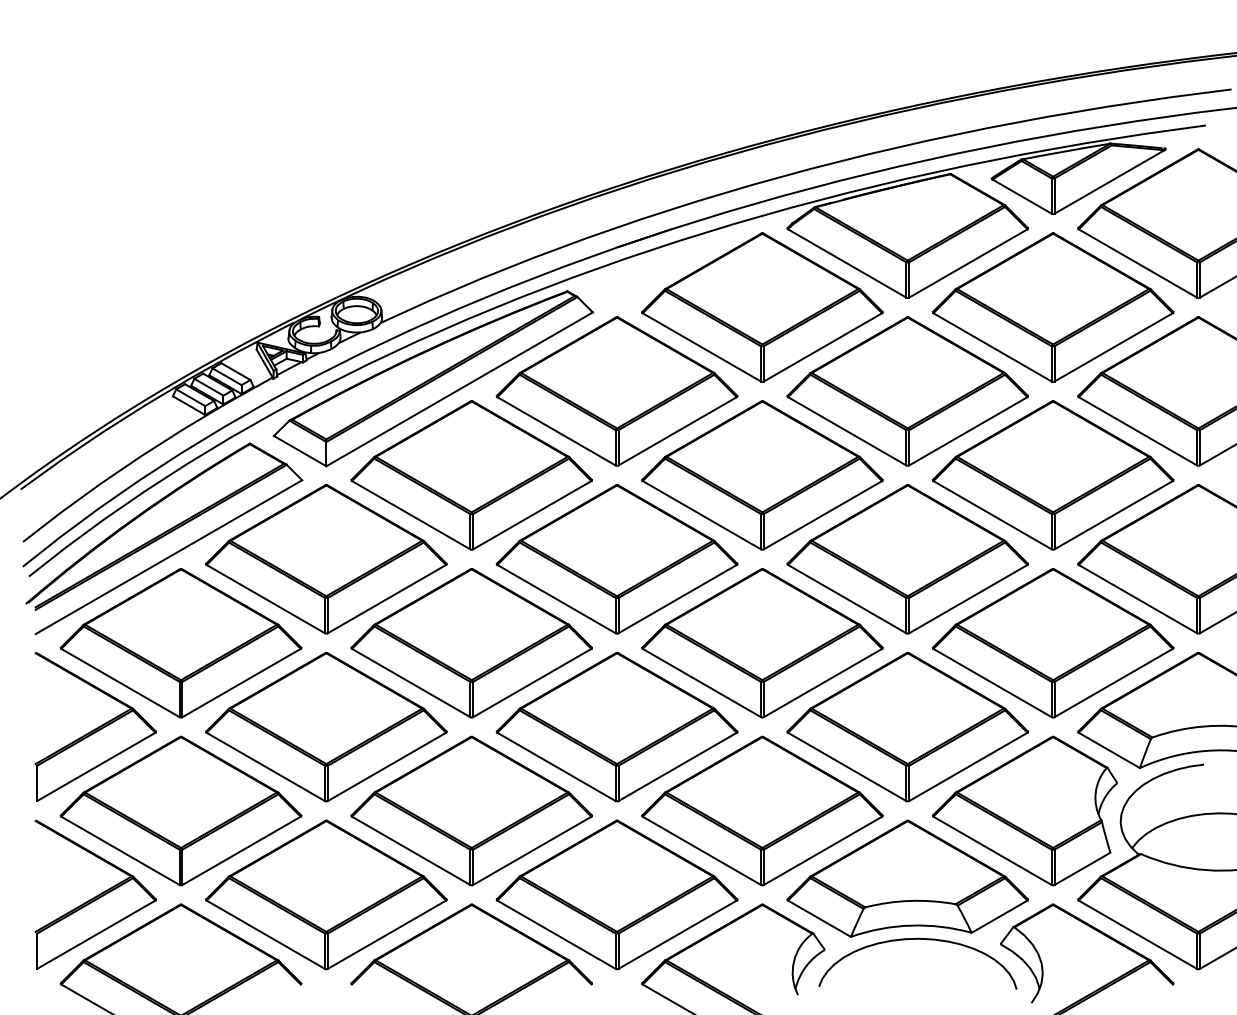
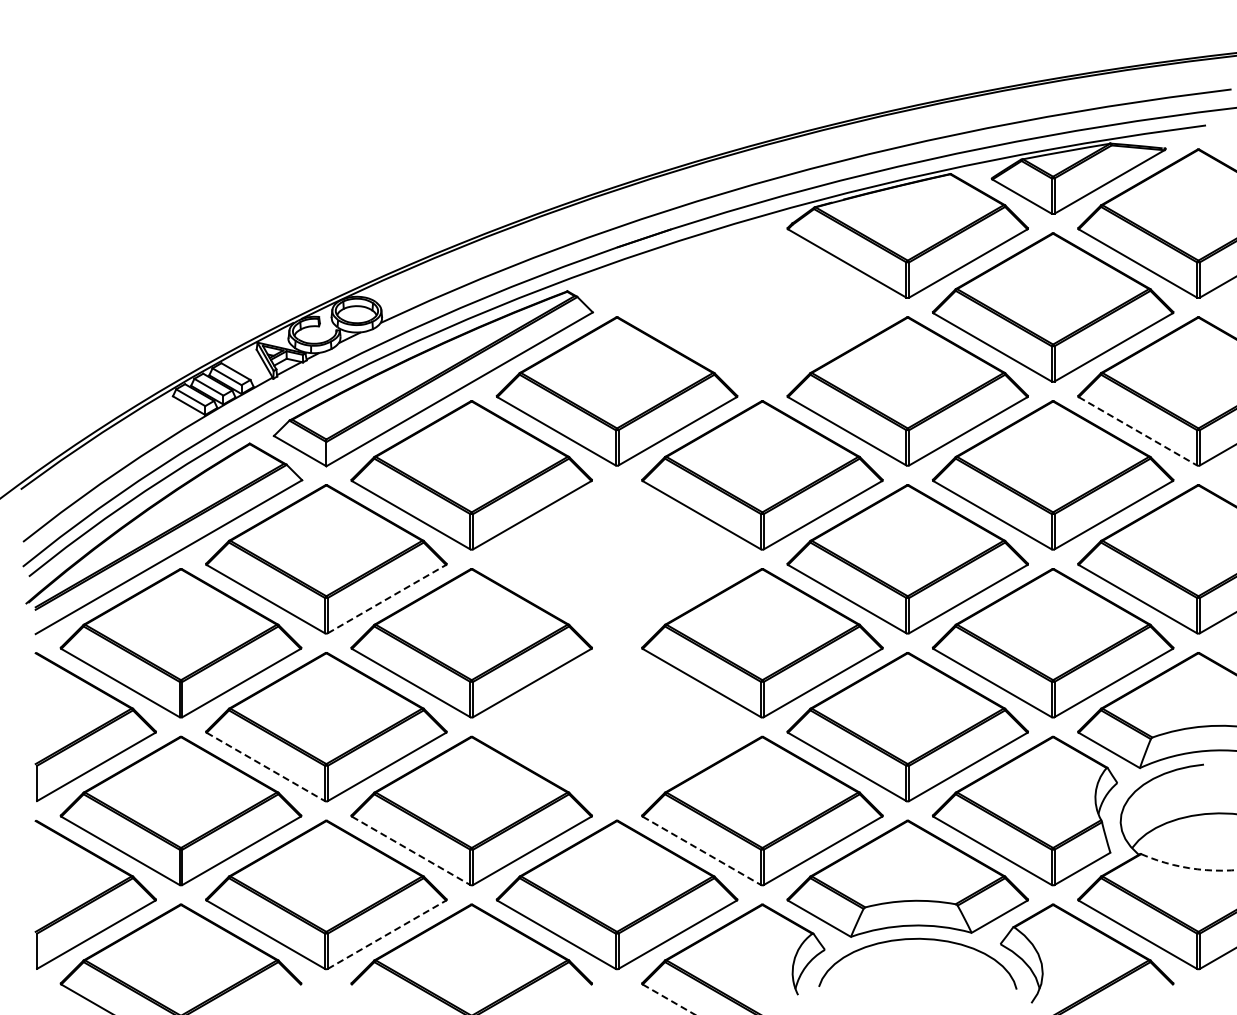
part at (762, 307): present -> none
line at (1138, 431): solid -> dashed
part at (616, 559): present -> none
line at (387, 598): solid -> dashed
part at (616, 727): present -> none
line at (266, 767): solid -> dashed
line at (411, 851): solid -> dashed
line at (702, 851): solid -> dashed
arc at (1188, 868): solid -> dashed
line at (387, 934): solid -> dashed
line at (669, 999): solid -> dashed
